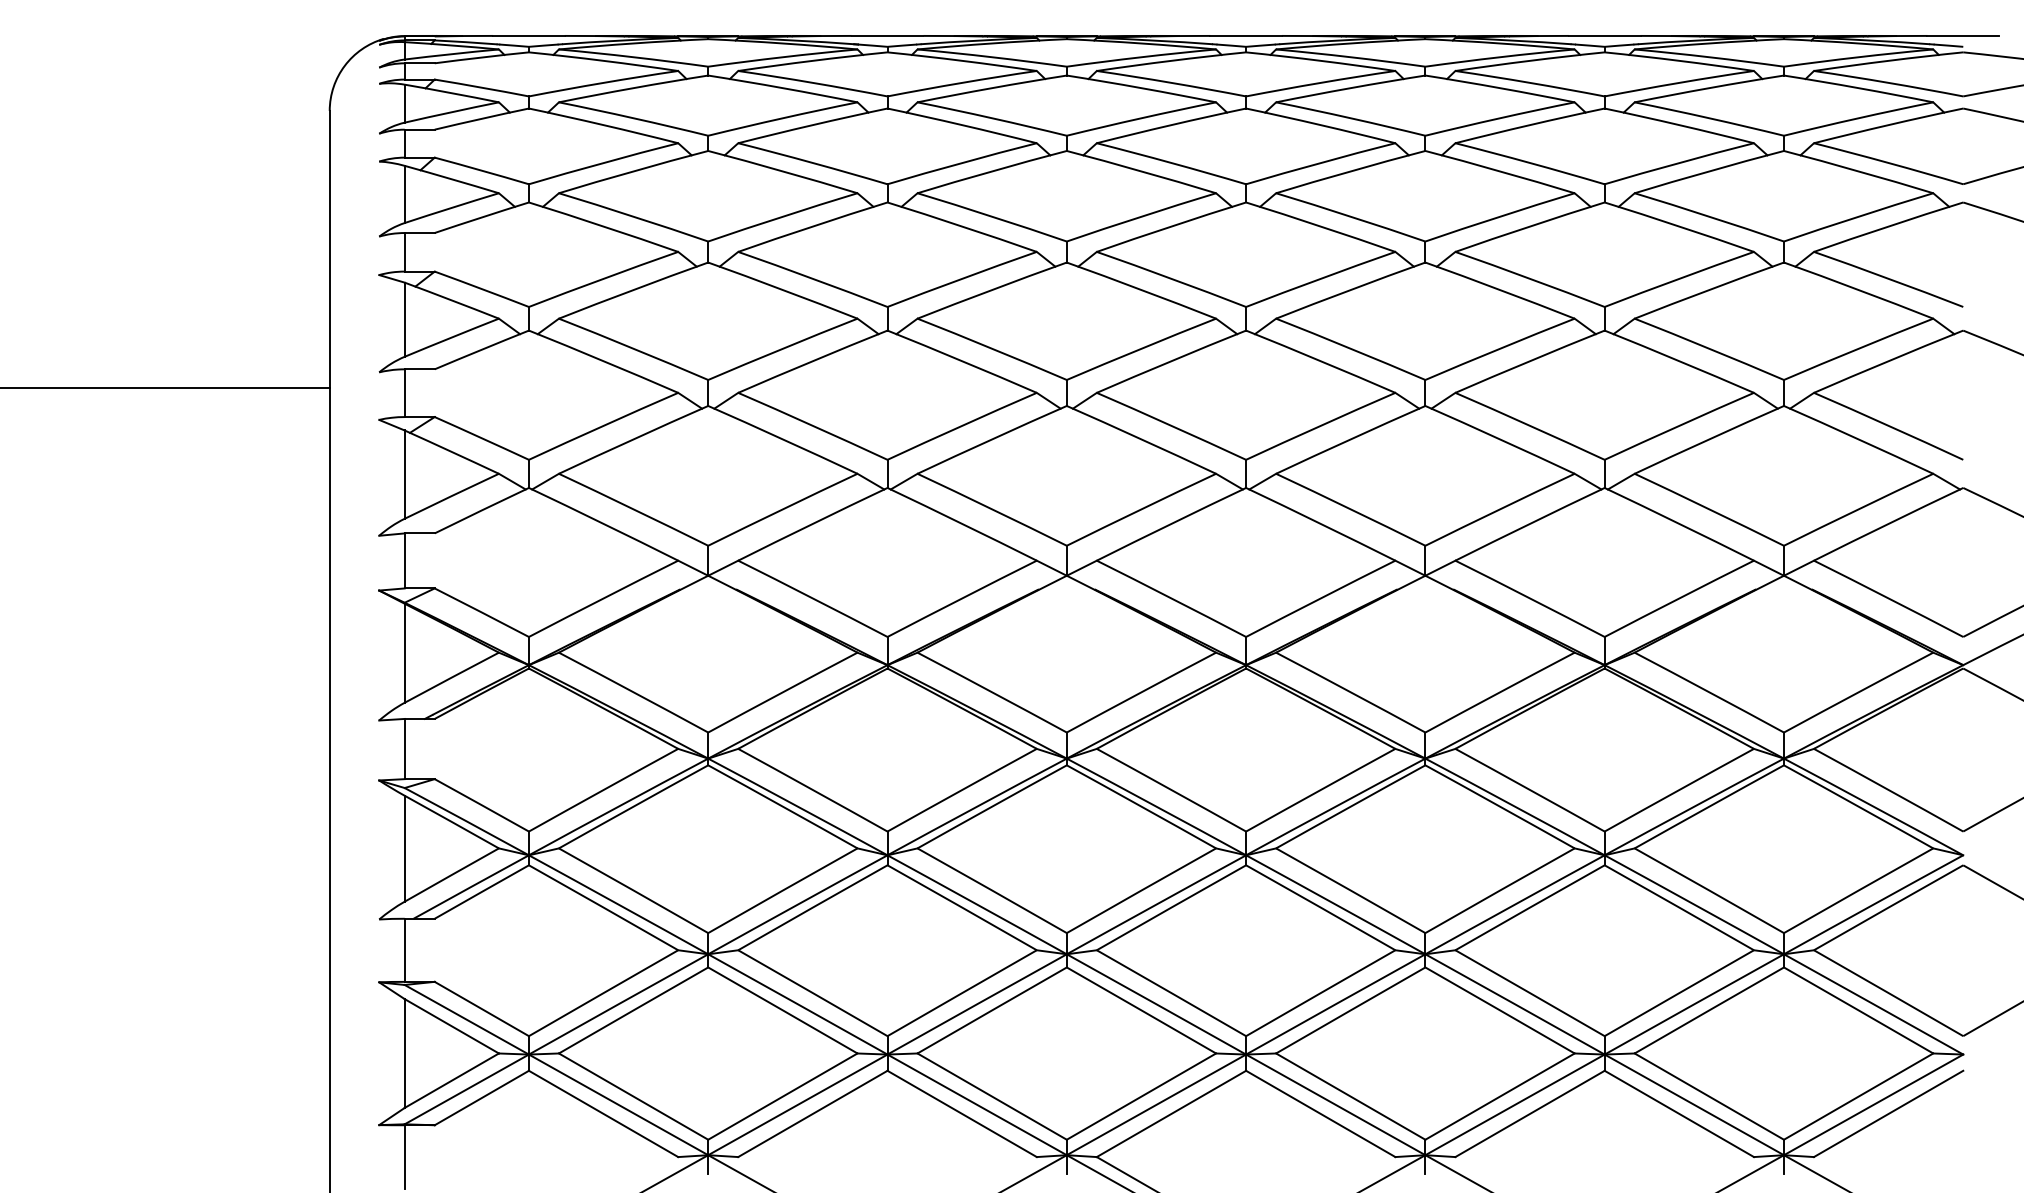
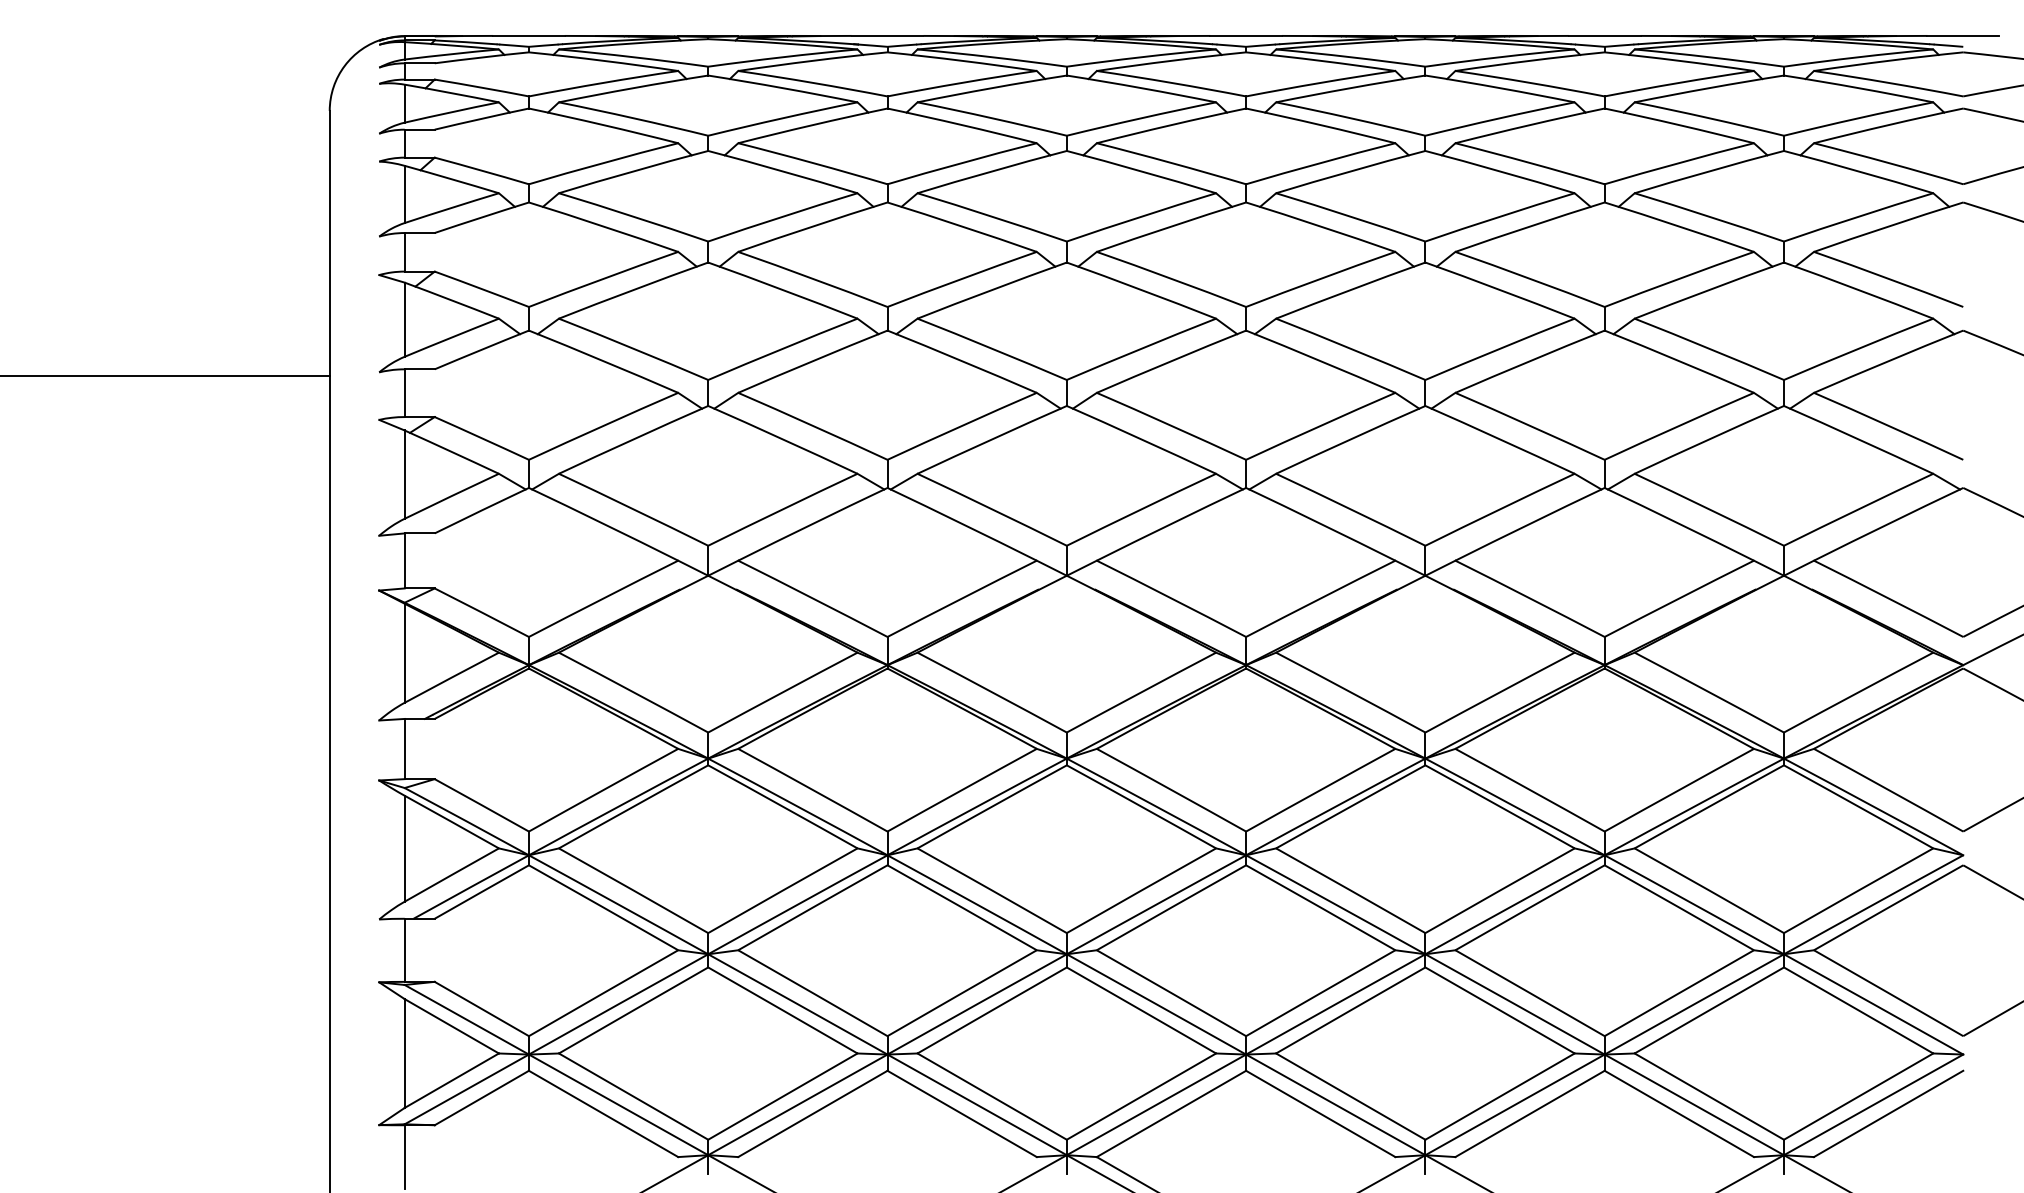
line at (165, 388) position: (165, 388) -> (165, 376)
